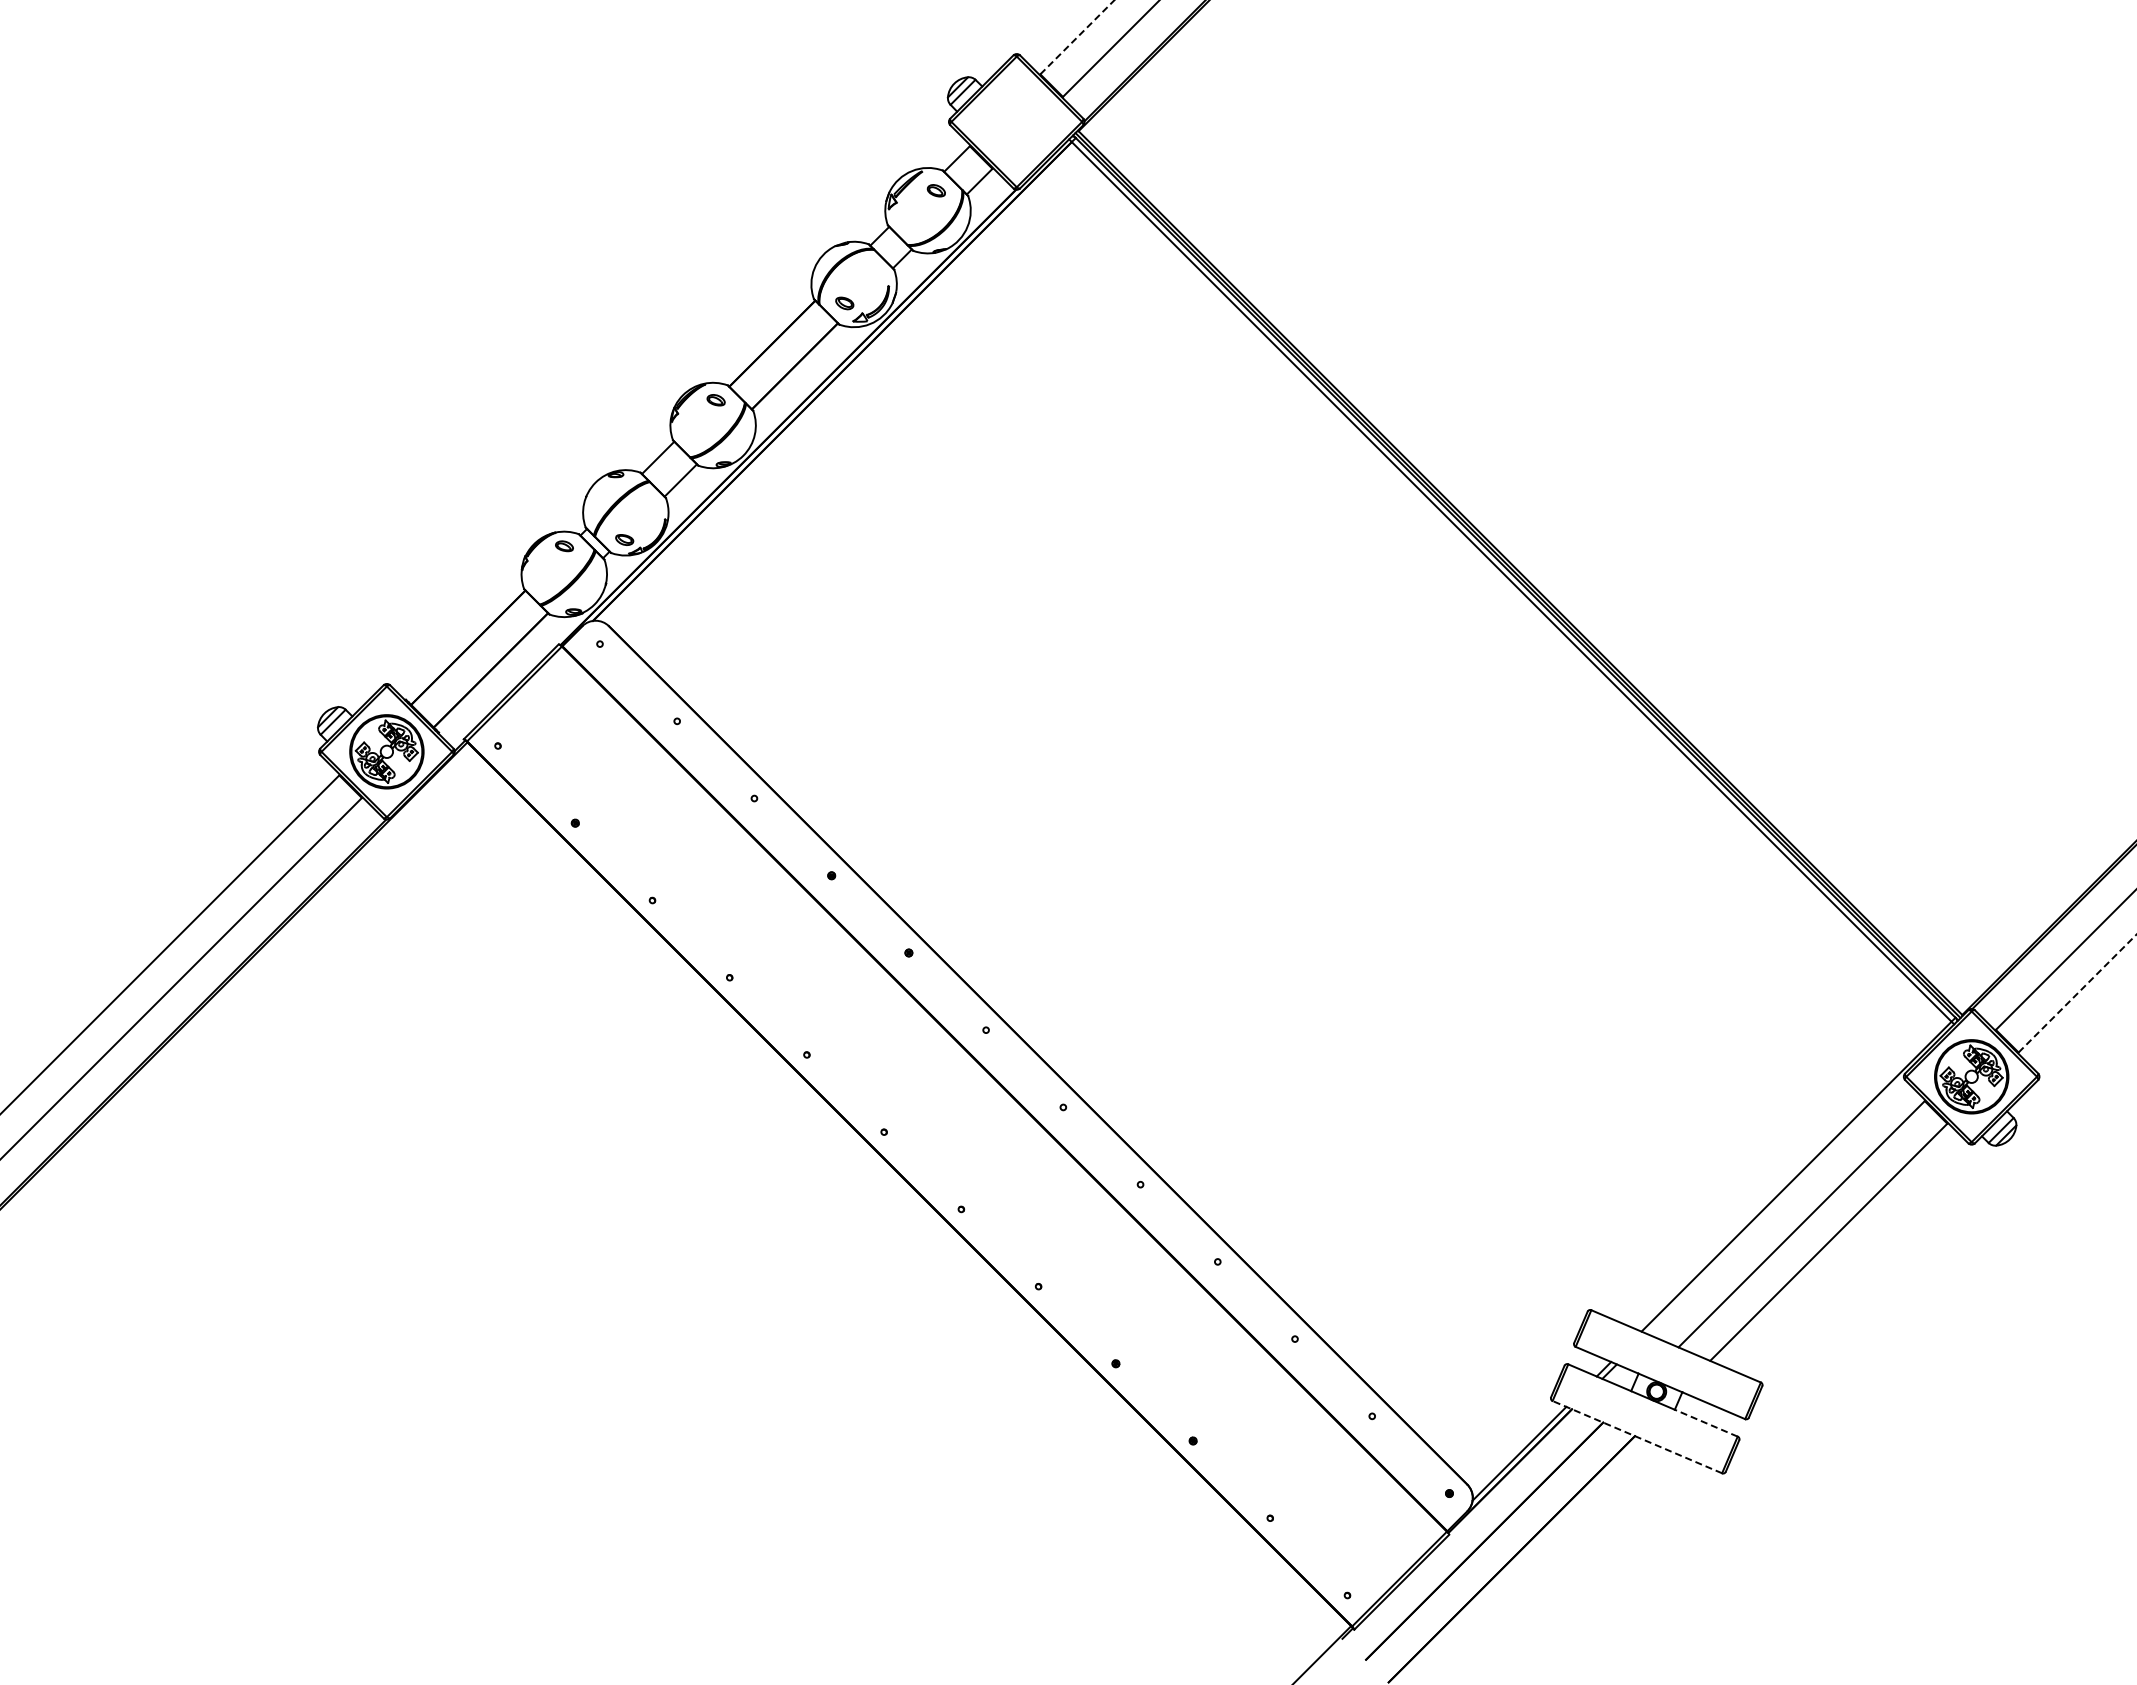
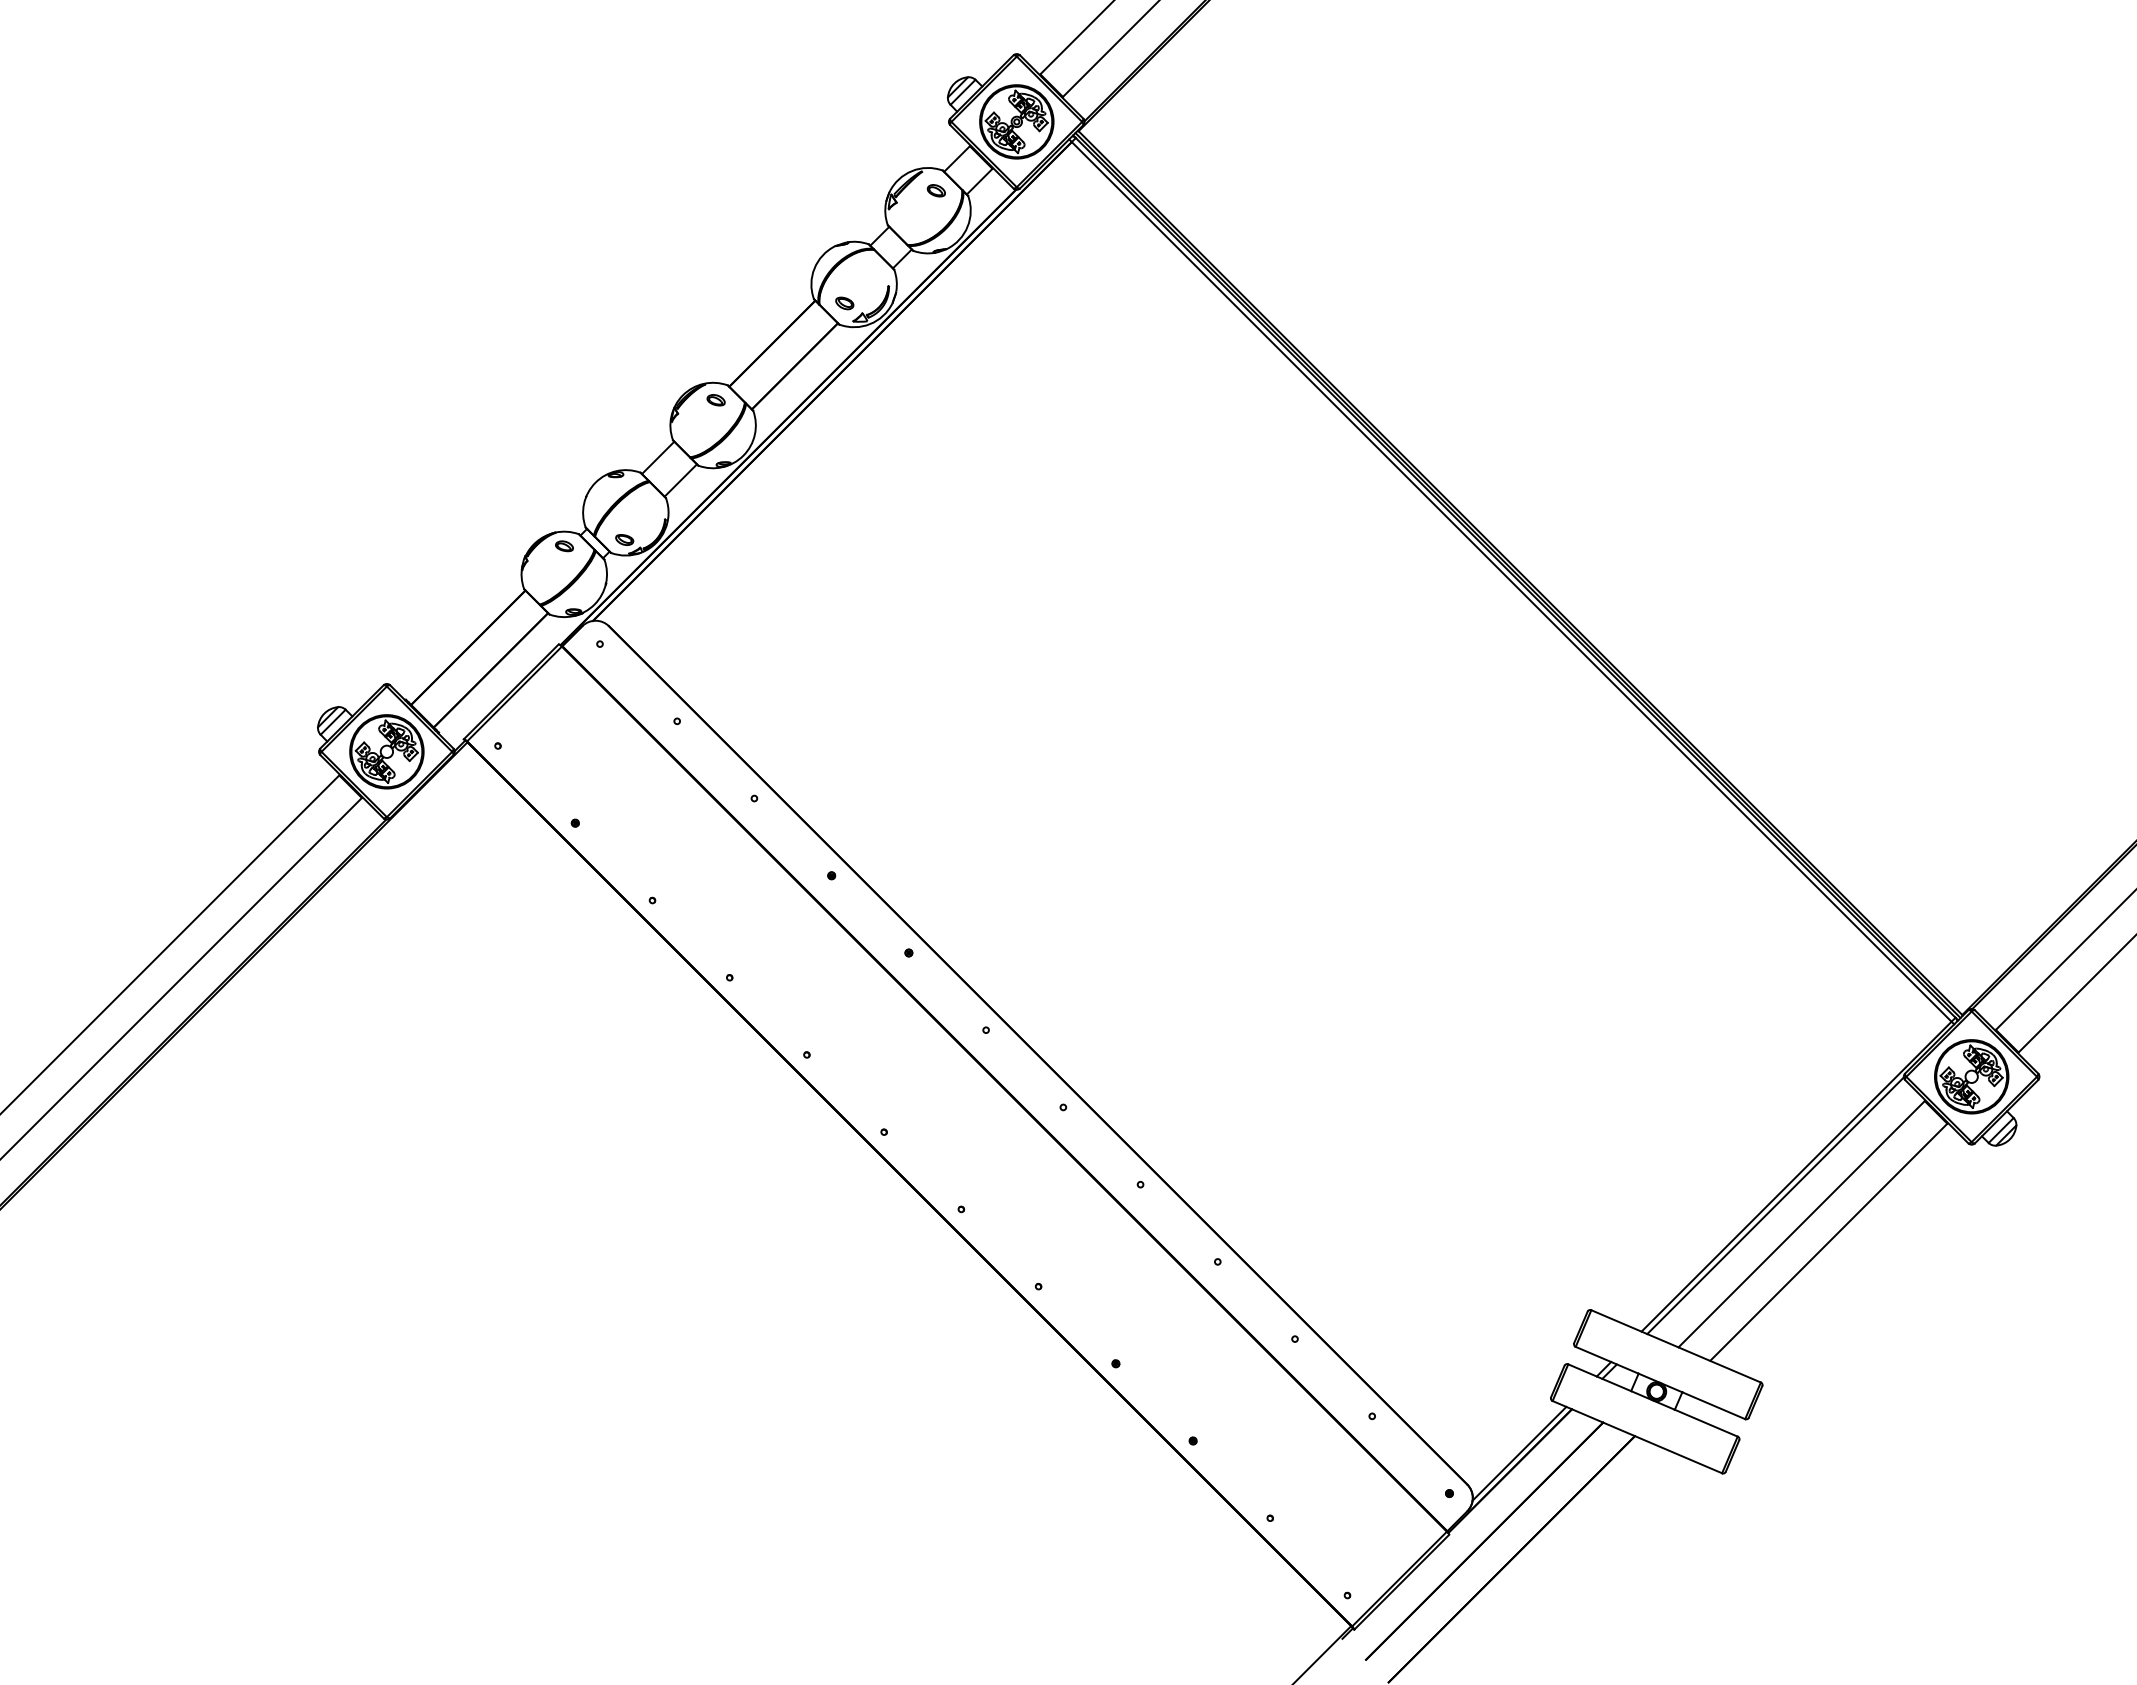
line at (1077, 36): dashed -> solid
part at (1016, 121): none -> present
line at (2078, 993): dashed -> solid
line at (1775, 1205): none -> present
line at (1705, 1423): dashed -> solid
line at (1636, 1436): dashed -> solid
